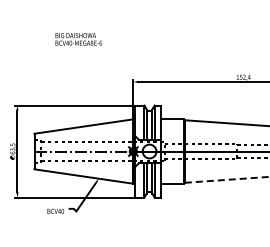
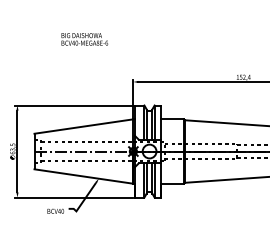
text at (78, 39) position: (78, 39) -> (84, 39)
line at (227, 179): dashed -> solid
